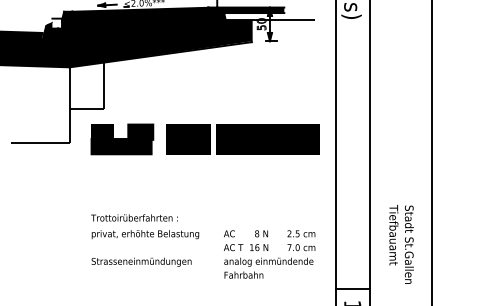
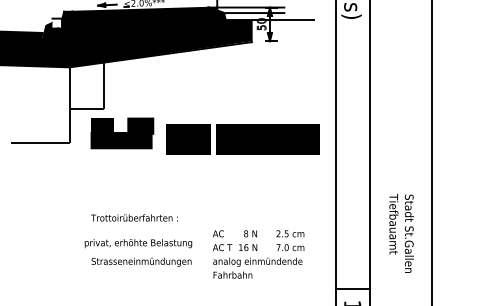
fill at (250, 10): present -> none
text at (122, 139) position: (122, 139) -> (122, 133)
text at (145, 234) position: (145, 234) -> (138, 243)
text at (401, 244) position: (401, 244) -> (401, 233)
text at (269, 254) position: (269, 254) -> (258, 254)
